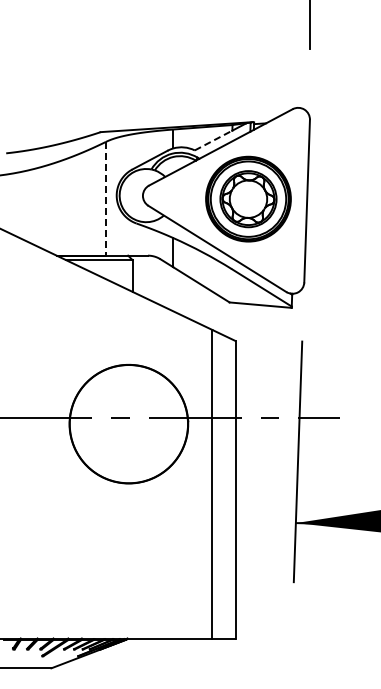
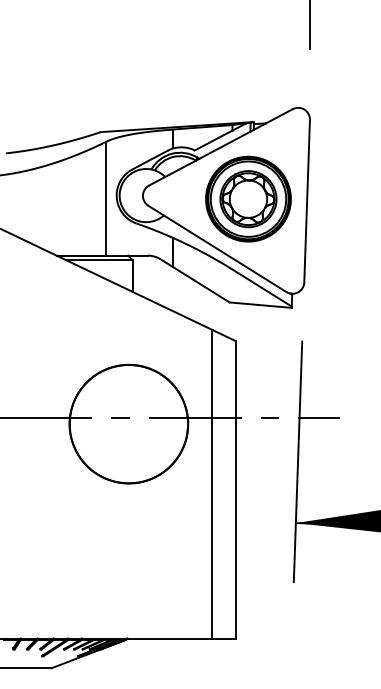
line at (214, 140): dashed -> solid
line at (105, 198): dashed -> solid
